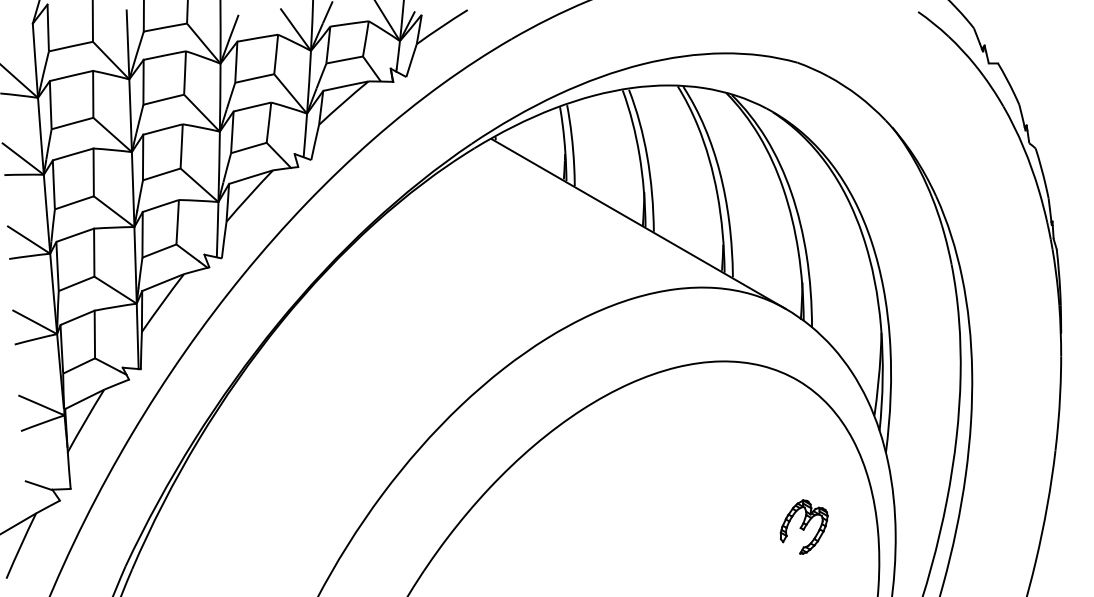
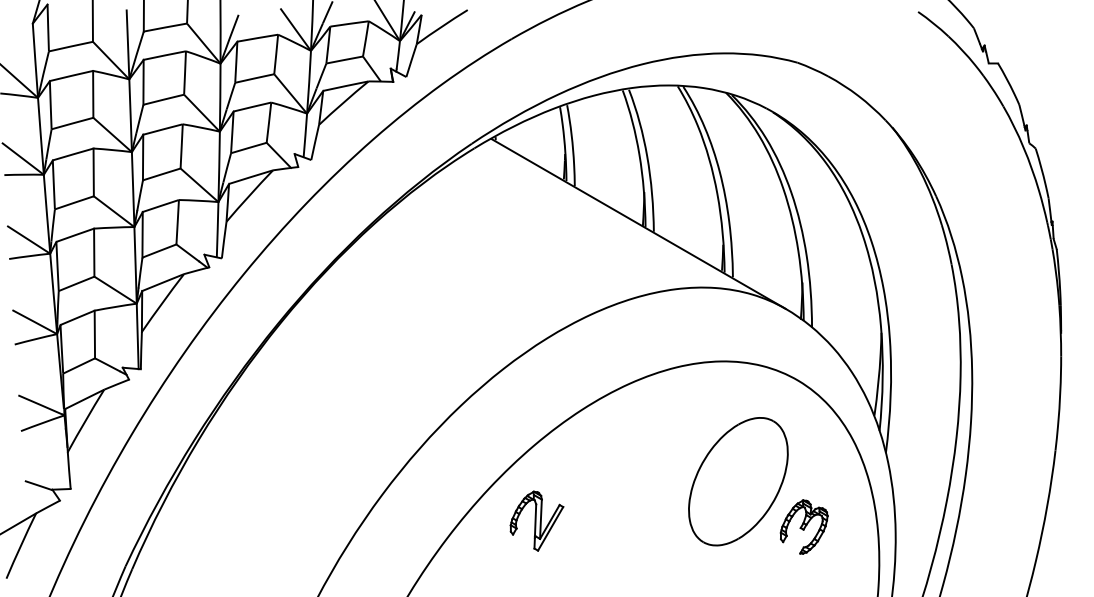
part at (738, 481): none -> present
part at (536, 520): none -> present
